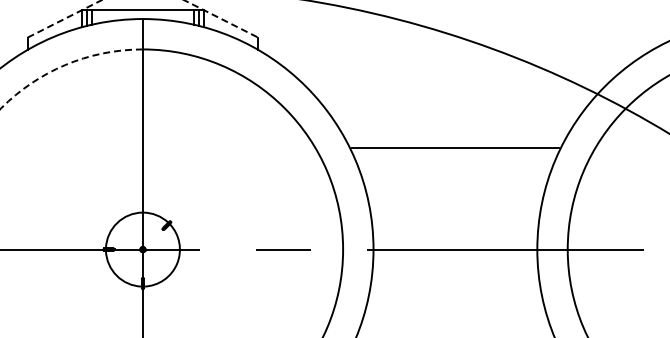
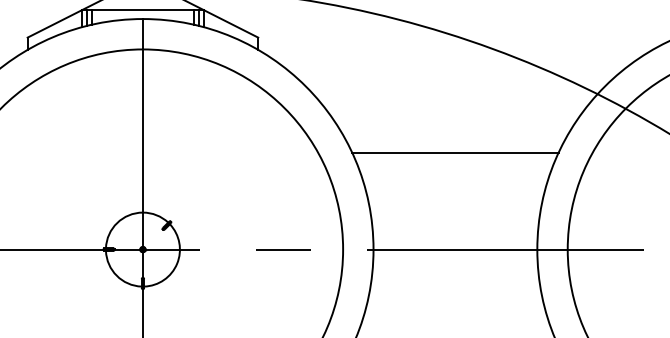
line at (64, 18): dashed -> solid
line at (221, 18): dashed -> solid
arc at (65, 65): dashed -> solid
line at (455, 147) position: (455, 147) -> (455, 152)
